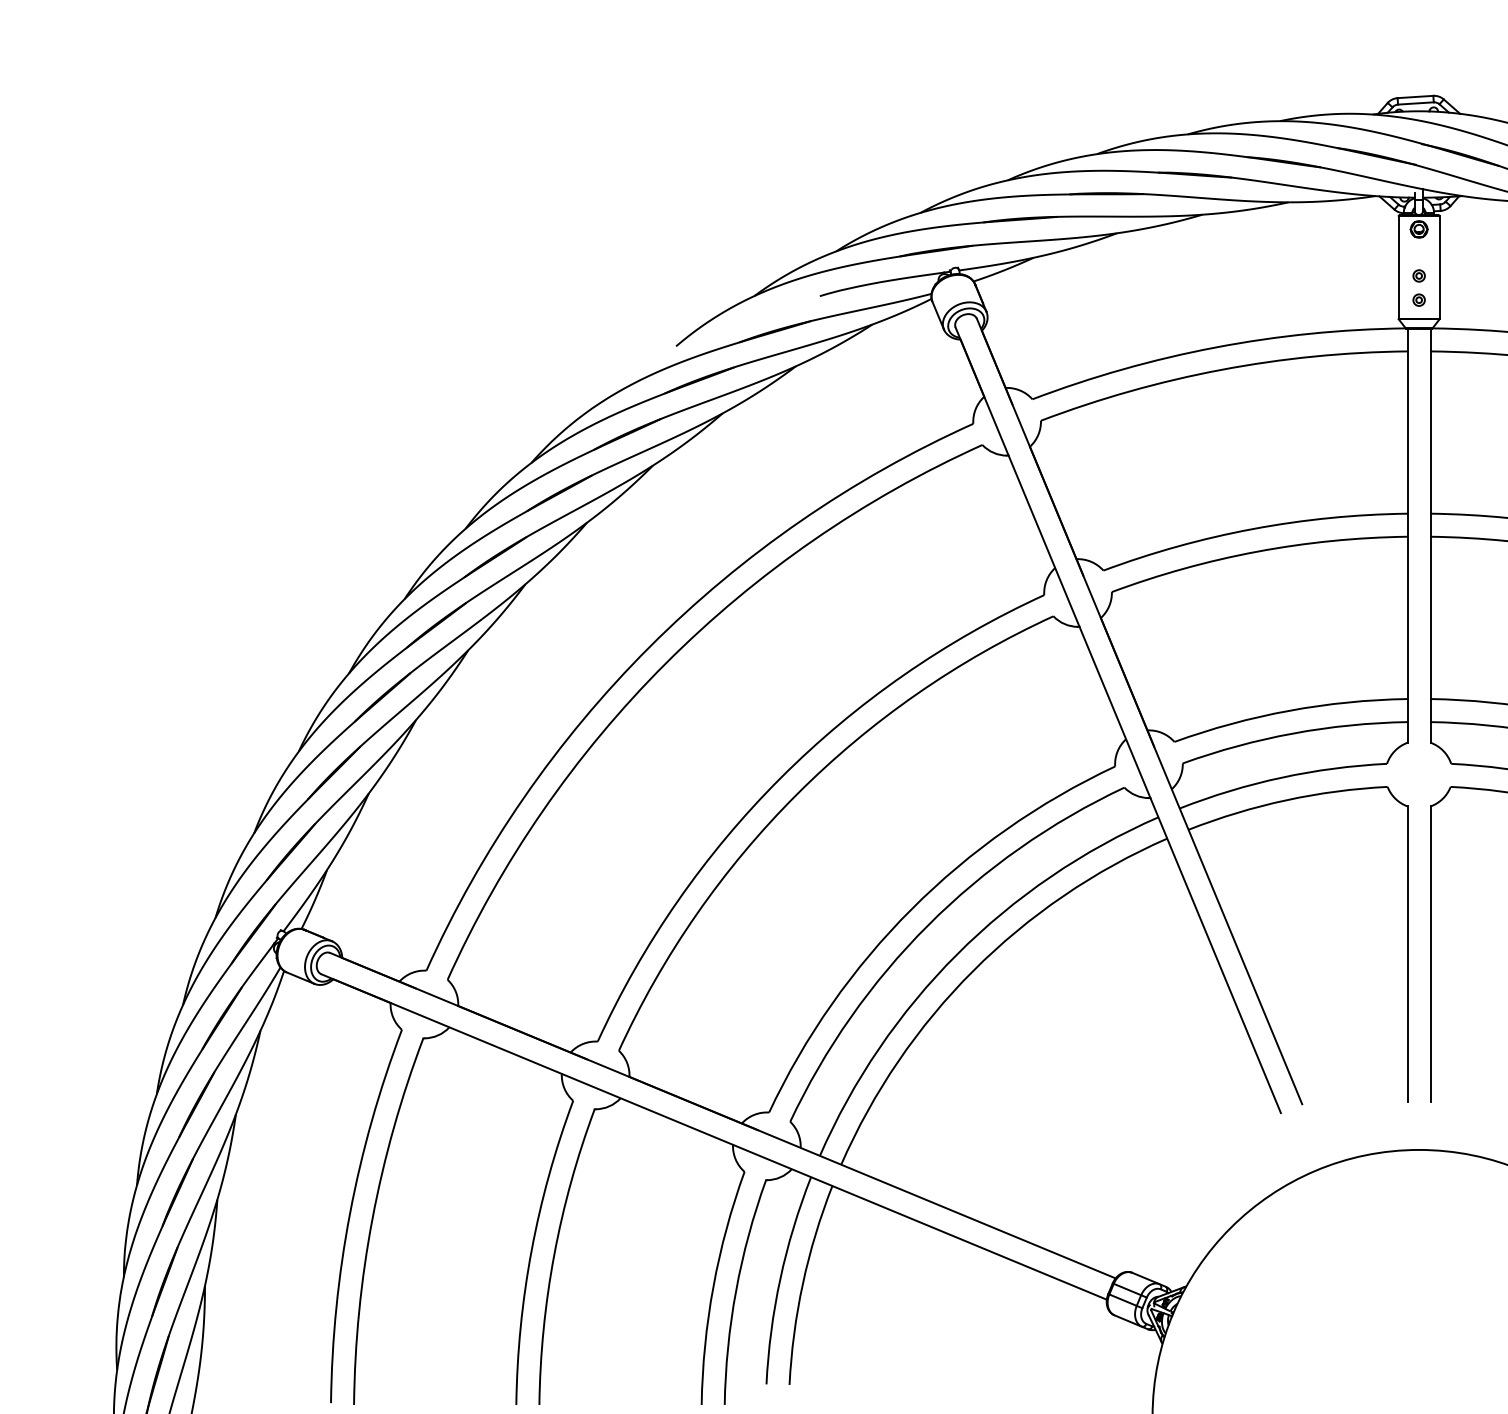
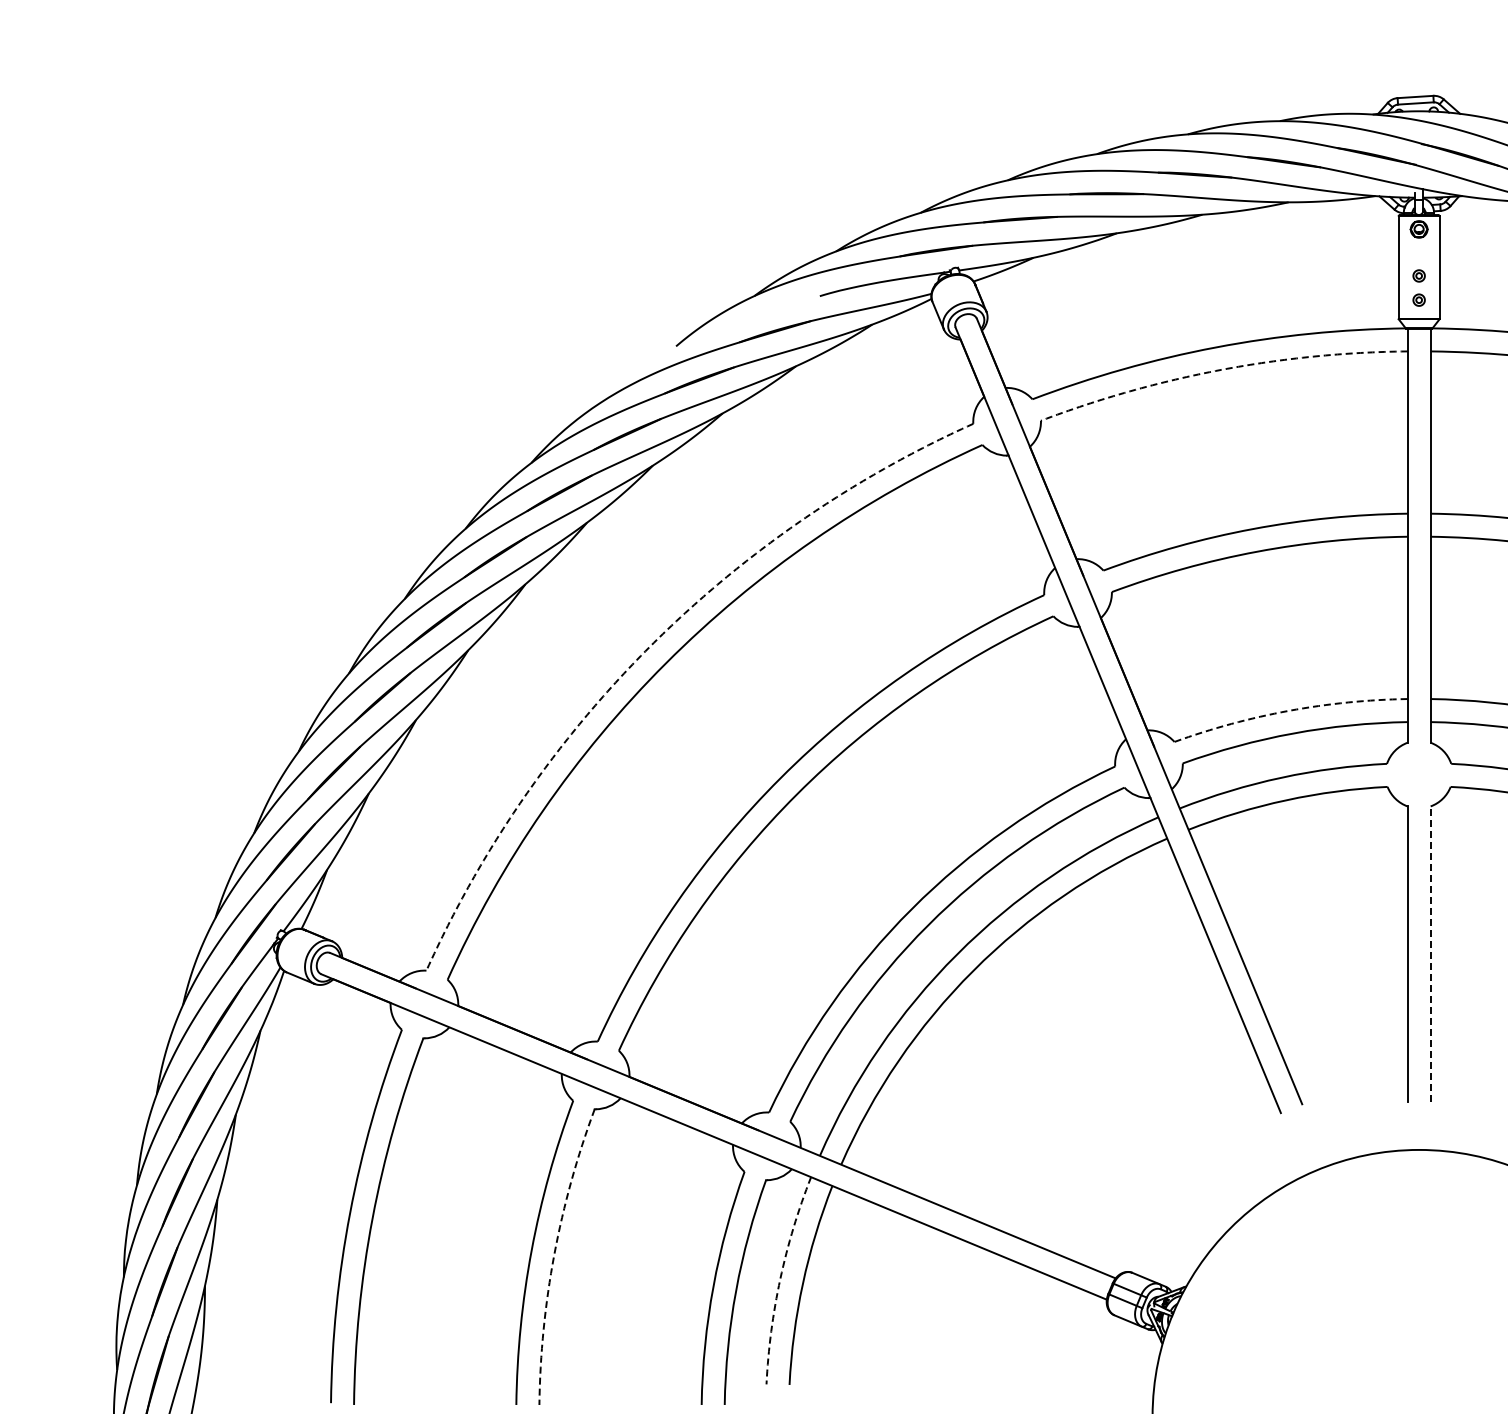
arc at (1221, 369): solid -> dashed
arc at (649, 647): solid -> dashed
arc at (1289, 710): solid -> dashed
line at (1430, 954): solid -> dashed
arc at (554, 1254): solid -> dashed
arc at (780, 1278): solid -> dashed
